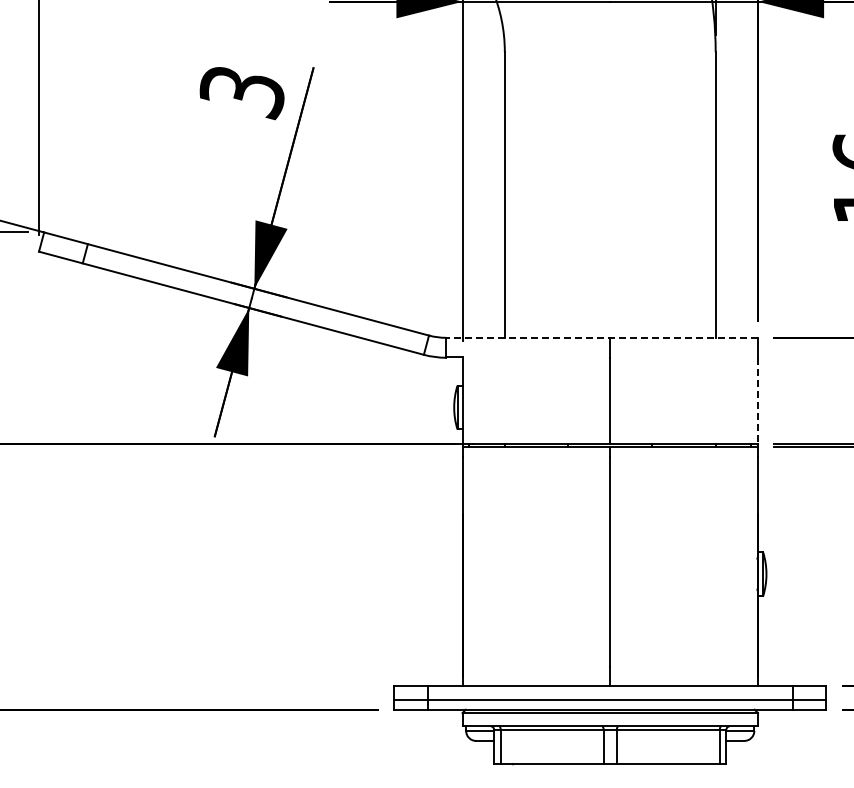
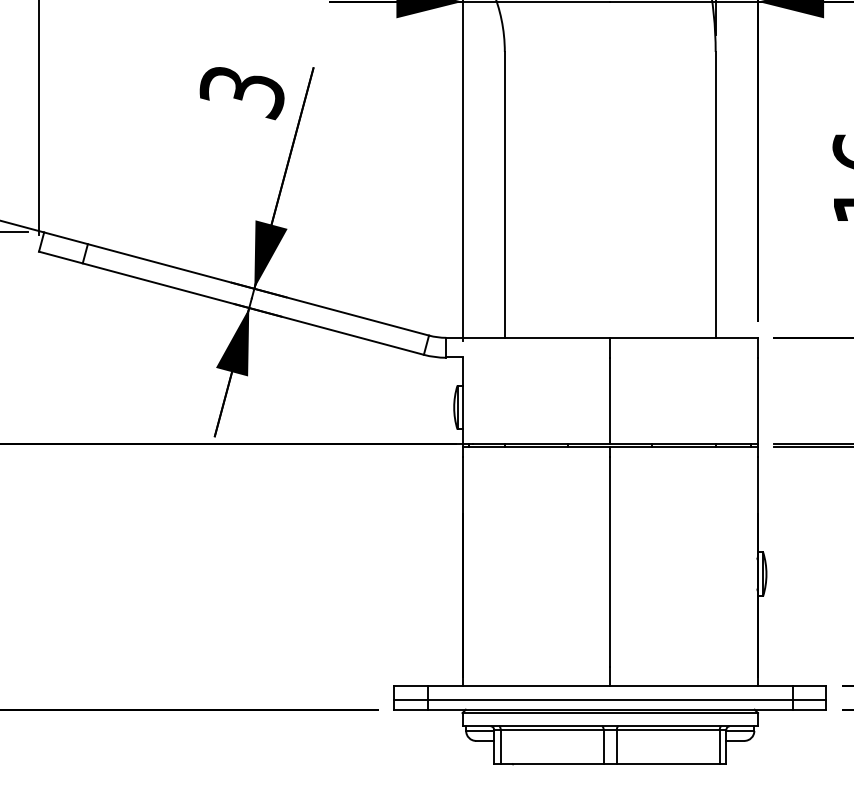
line at (601, 337): dashed -> solid
line at (757, 401): dashed -> solid
